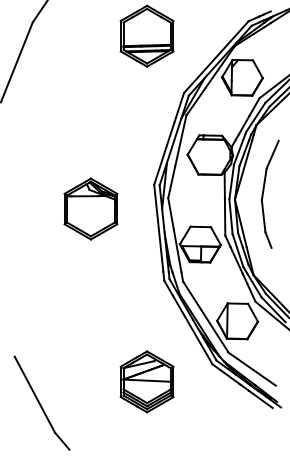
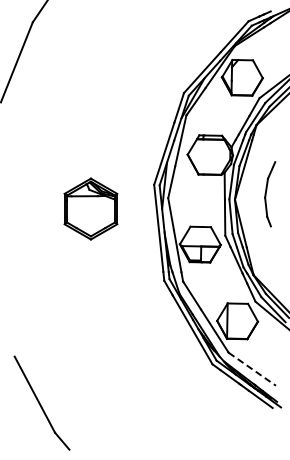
part at (146, 35): present -> none
part at (269, 193) size: 20x110 px -> 13x67 px
line at (252, 369): solid -> dashed
part at (146, 381): present -> none
